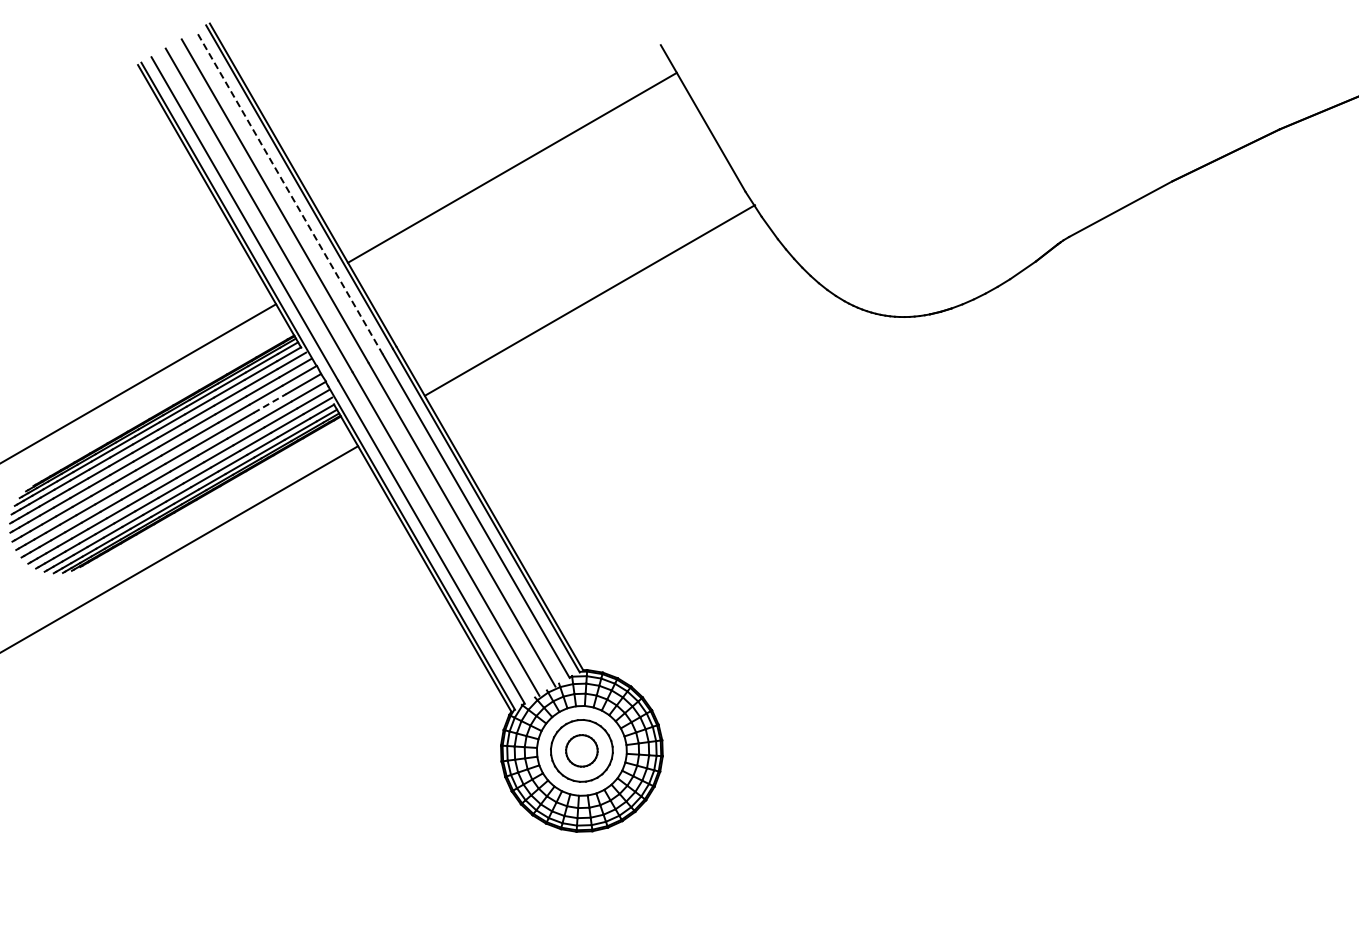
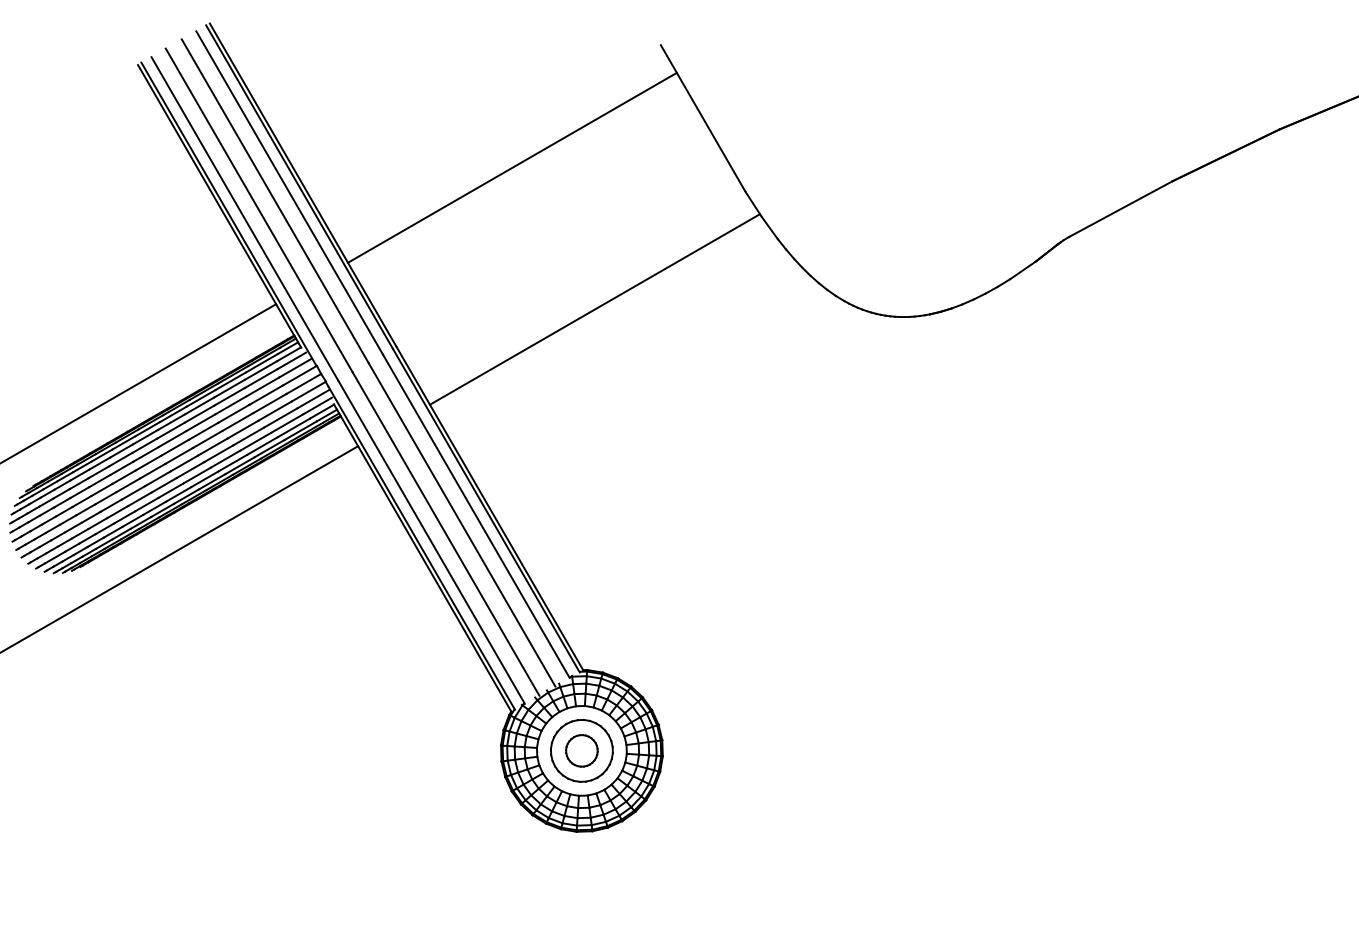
line at (289, 192): dashed -> solid
line at (589, 300) position: (589, 300) -> (594, 309)
line at (270, 403): dashed -> solid
